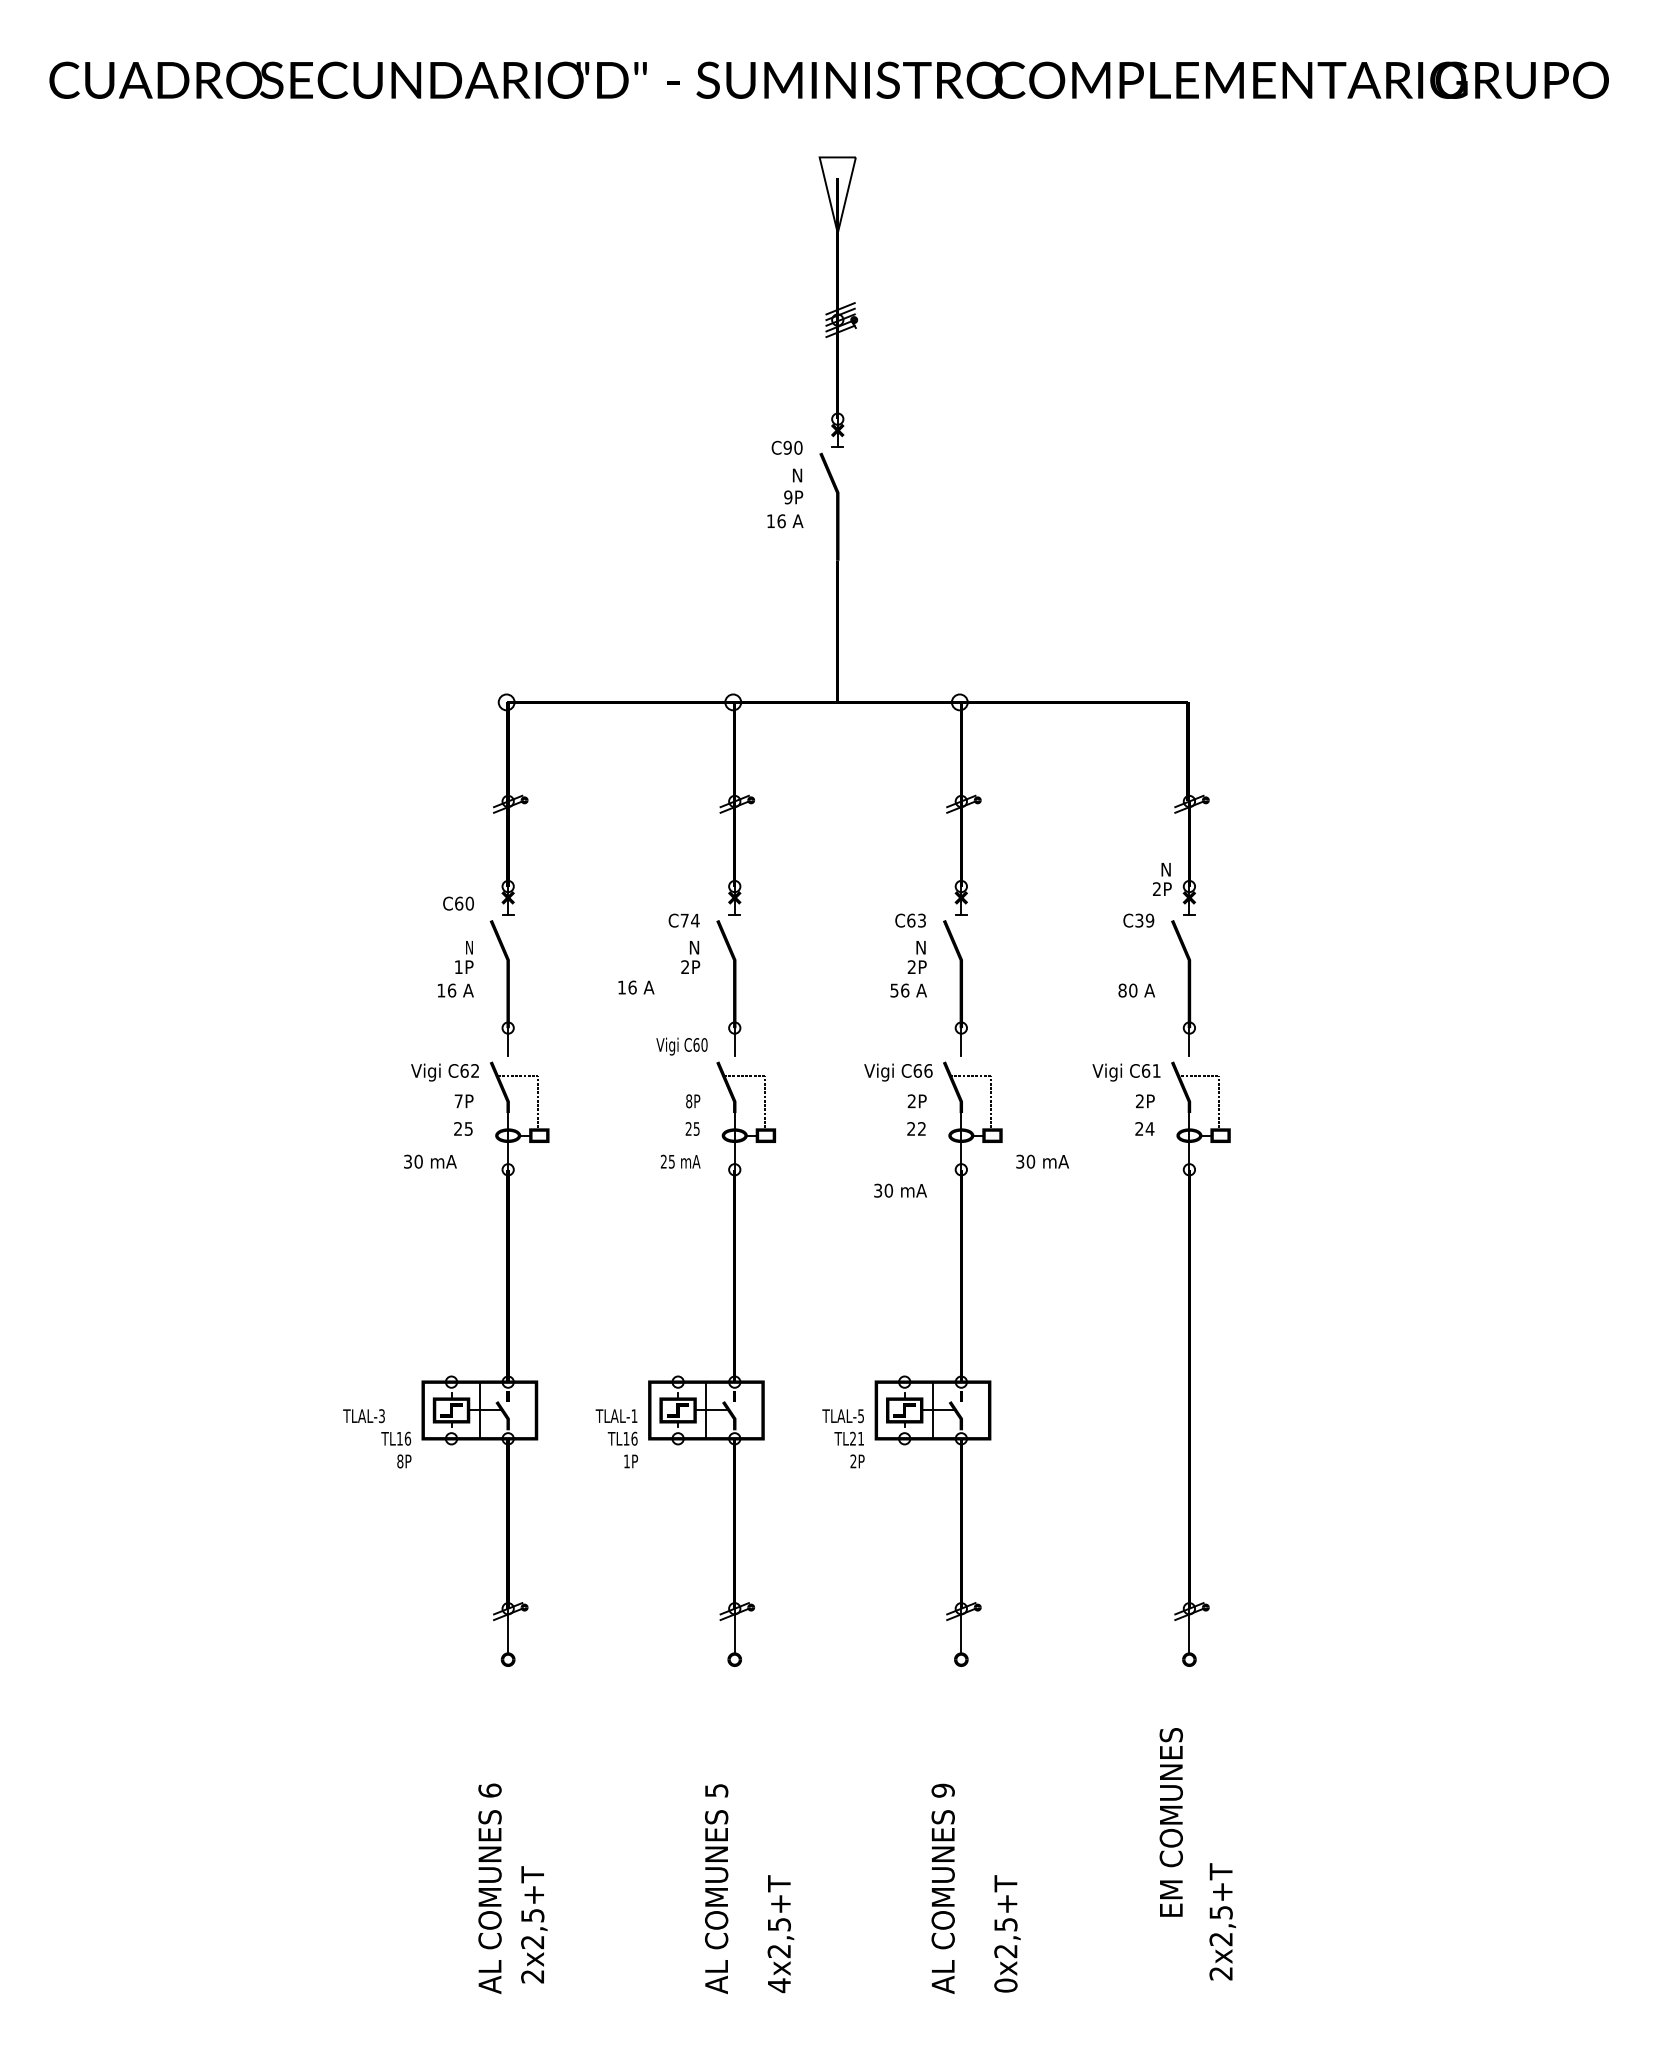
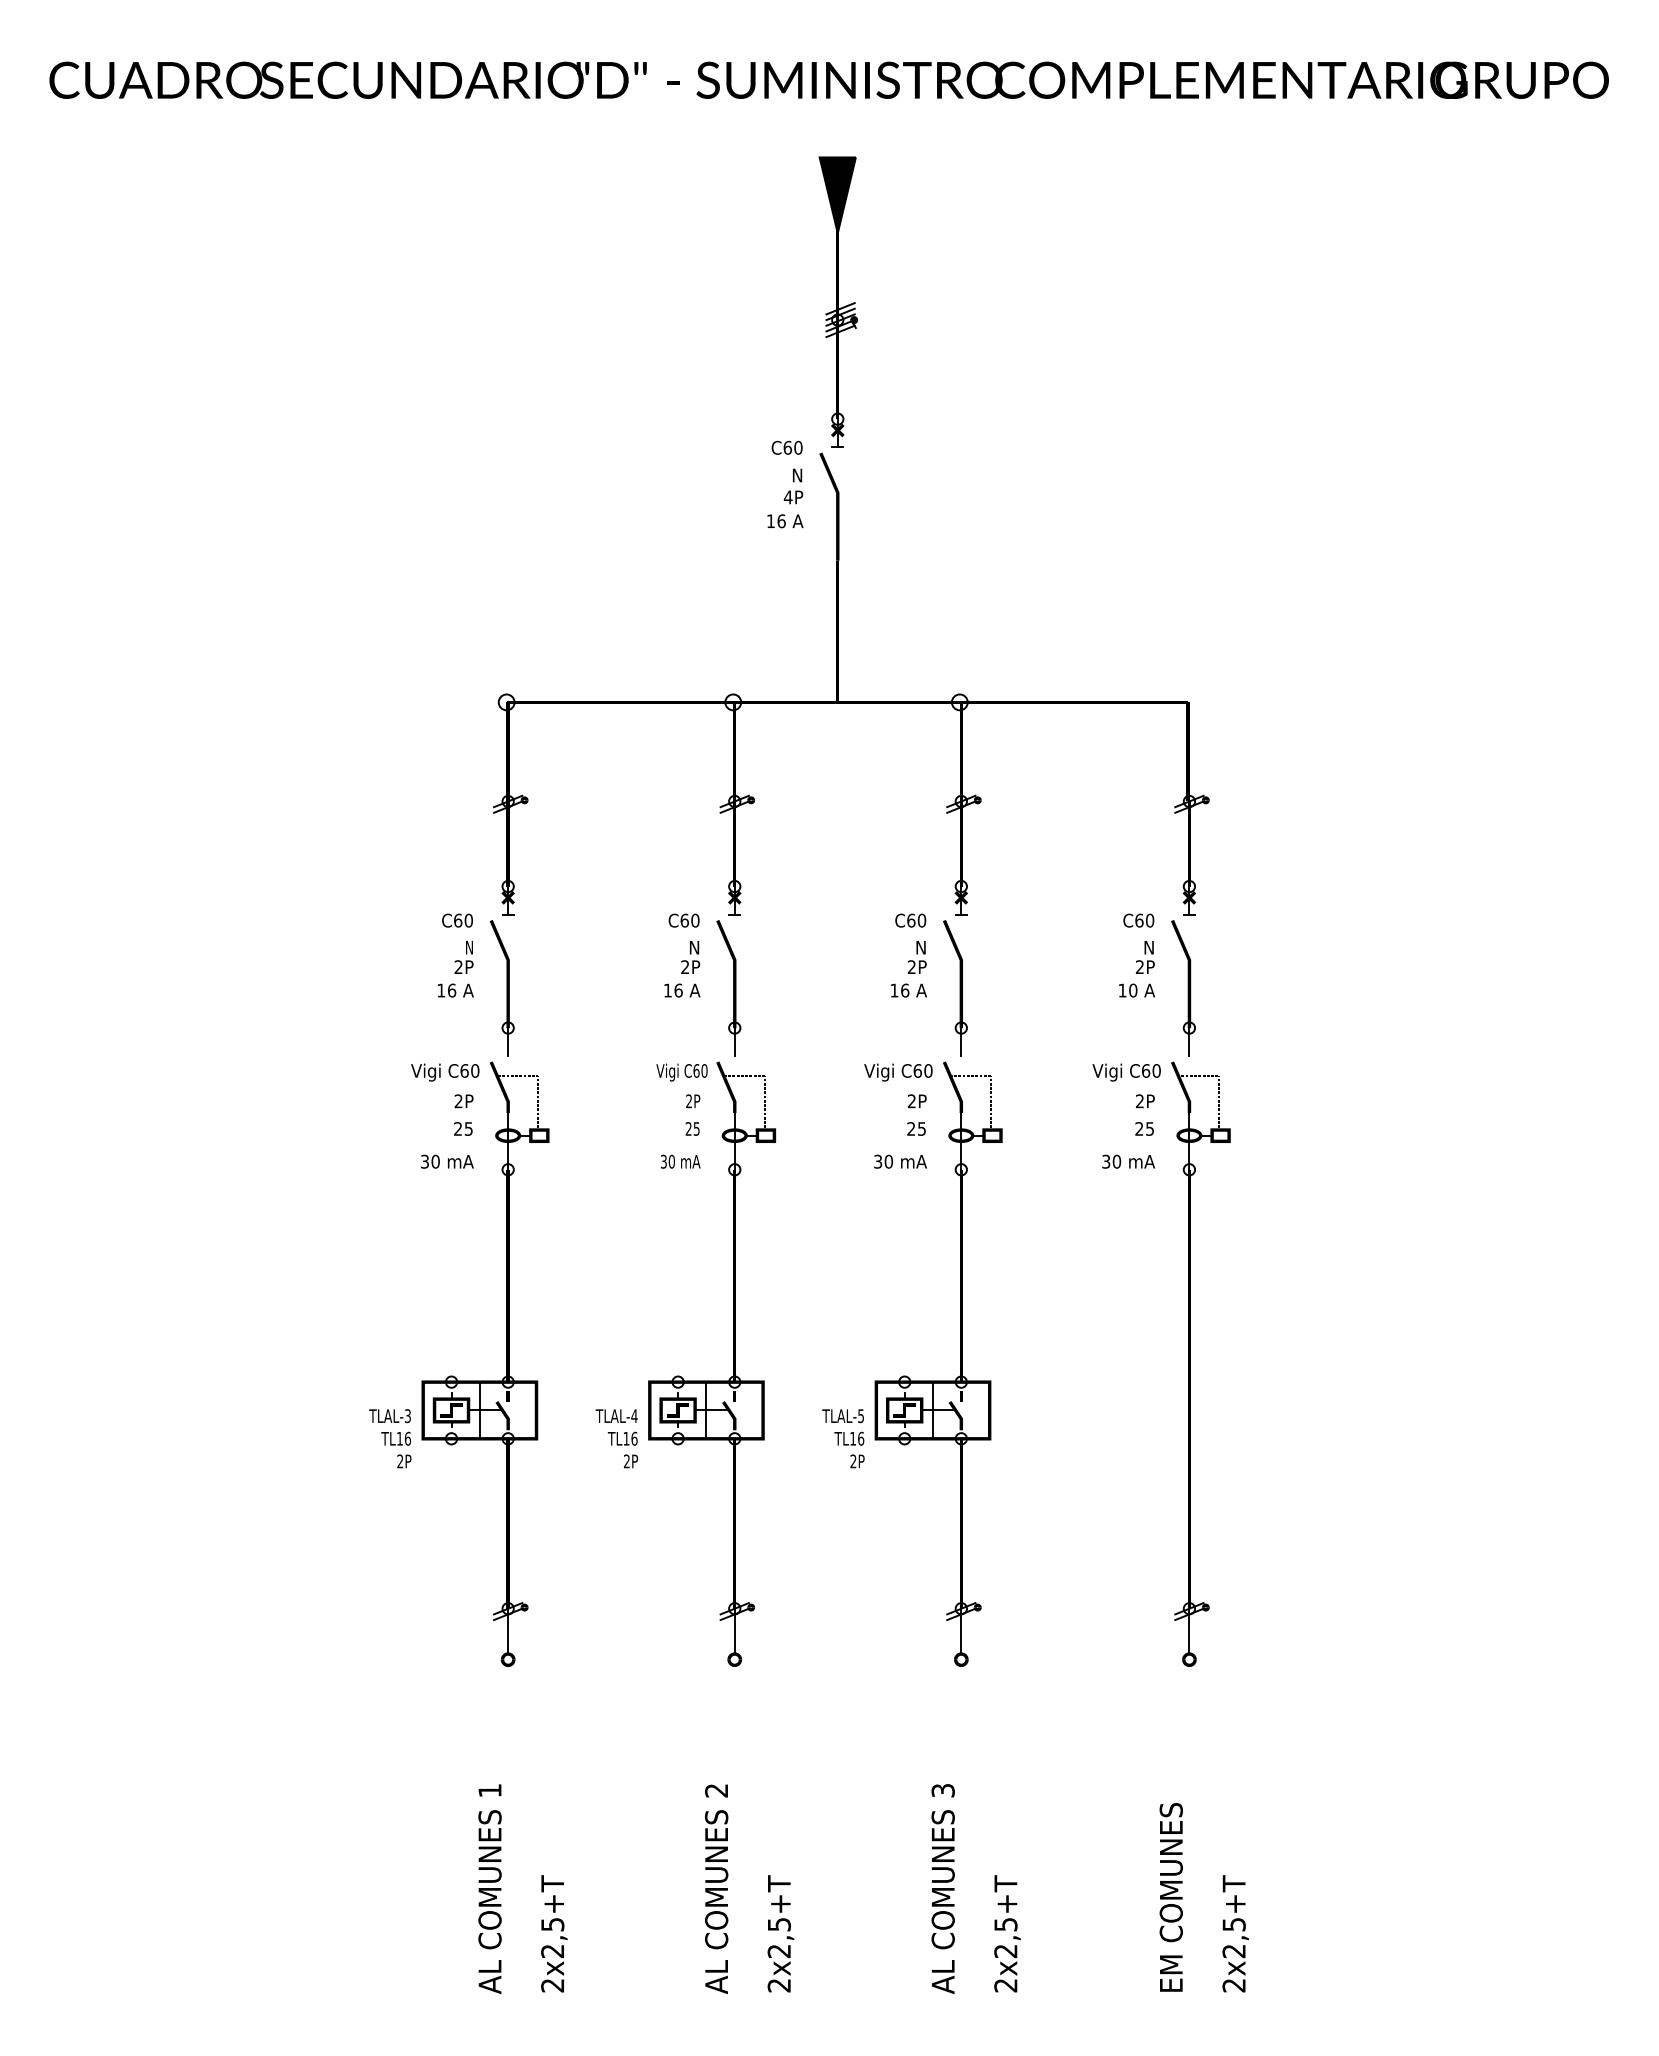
fill at (837, 195): none -> present
text at (787, 447): C90 -> C60
text at (787, 497): 9P -> 4P
text at (1162, 879) position: (1162, 879) -> (1145, 957)
text at (458, 903) position: (458, 903) -> (457, 920)
text at (689, 920): C74 -> C60
text at (921, 920): C63 -> C60
text at (1144, 920): C39 -> C60
text at (458, 966): 1P -> 2P
text at (636, 987) position: (636, 987) -> (682, 990)
text at (894, 990): 56 -> 16
text at (1122, 990): 80 -> 10
text at (681, 1046) position: (681, 1046) -> (681, 1072)
text at (475, 1070): C62 -> C60
text at (928, 1070): C66 -> C60
text at (1156, 1070): C61 -> C60
text at (458, 1101): 7P -> 2P
text at (689, 1101): 8P -> 2P
text at (921, 1128): 22 -> 25
text at (1149, 1128): 24 -> 25
text at (430, 1161) position: (430, 1161) -> (447, 1161)
text at (667, 1161): 25 -> 30
text at (1042, 1161) position: (1042, 1161) -> (1128, 1161)
text at (900, 1190) position: (900, 1190) -> (900, 1161)
text at (634, 1415): TLAL-1 -> TLAL-4
text at (363, 1416) position: (363, 1416) -> (389, 1416)
text at (857, 1438): TL21 -> TL16
text at (400, 1461): 8P -> 2P
text at (626, 1461): 1P -> 2P
text at (489, 1790): 6 -> 1
text at (716, 1790): 5 -> 2
text at (942, 1790): 9 -> 3
text at (1170, 1822) position: (1170, 1822) -> (1170, 1897)
text at (1222, 1921) position: (1222, 1921) -> (1235, 1933)
text at (534, 1924) position: (534, 1924) -> (554, 1933)
text at (778, 1985): 4x2,5+T -> 2x2,5+T
text at (1005, 1985): 0x2,5+T -> 2x2,5+T
